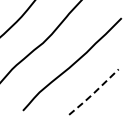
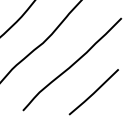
line at (94, 93): dashed -> solid
